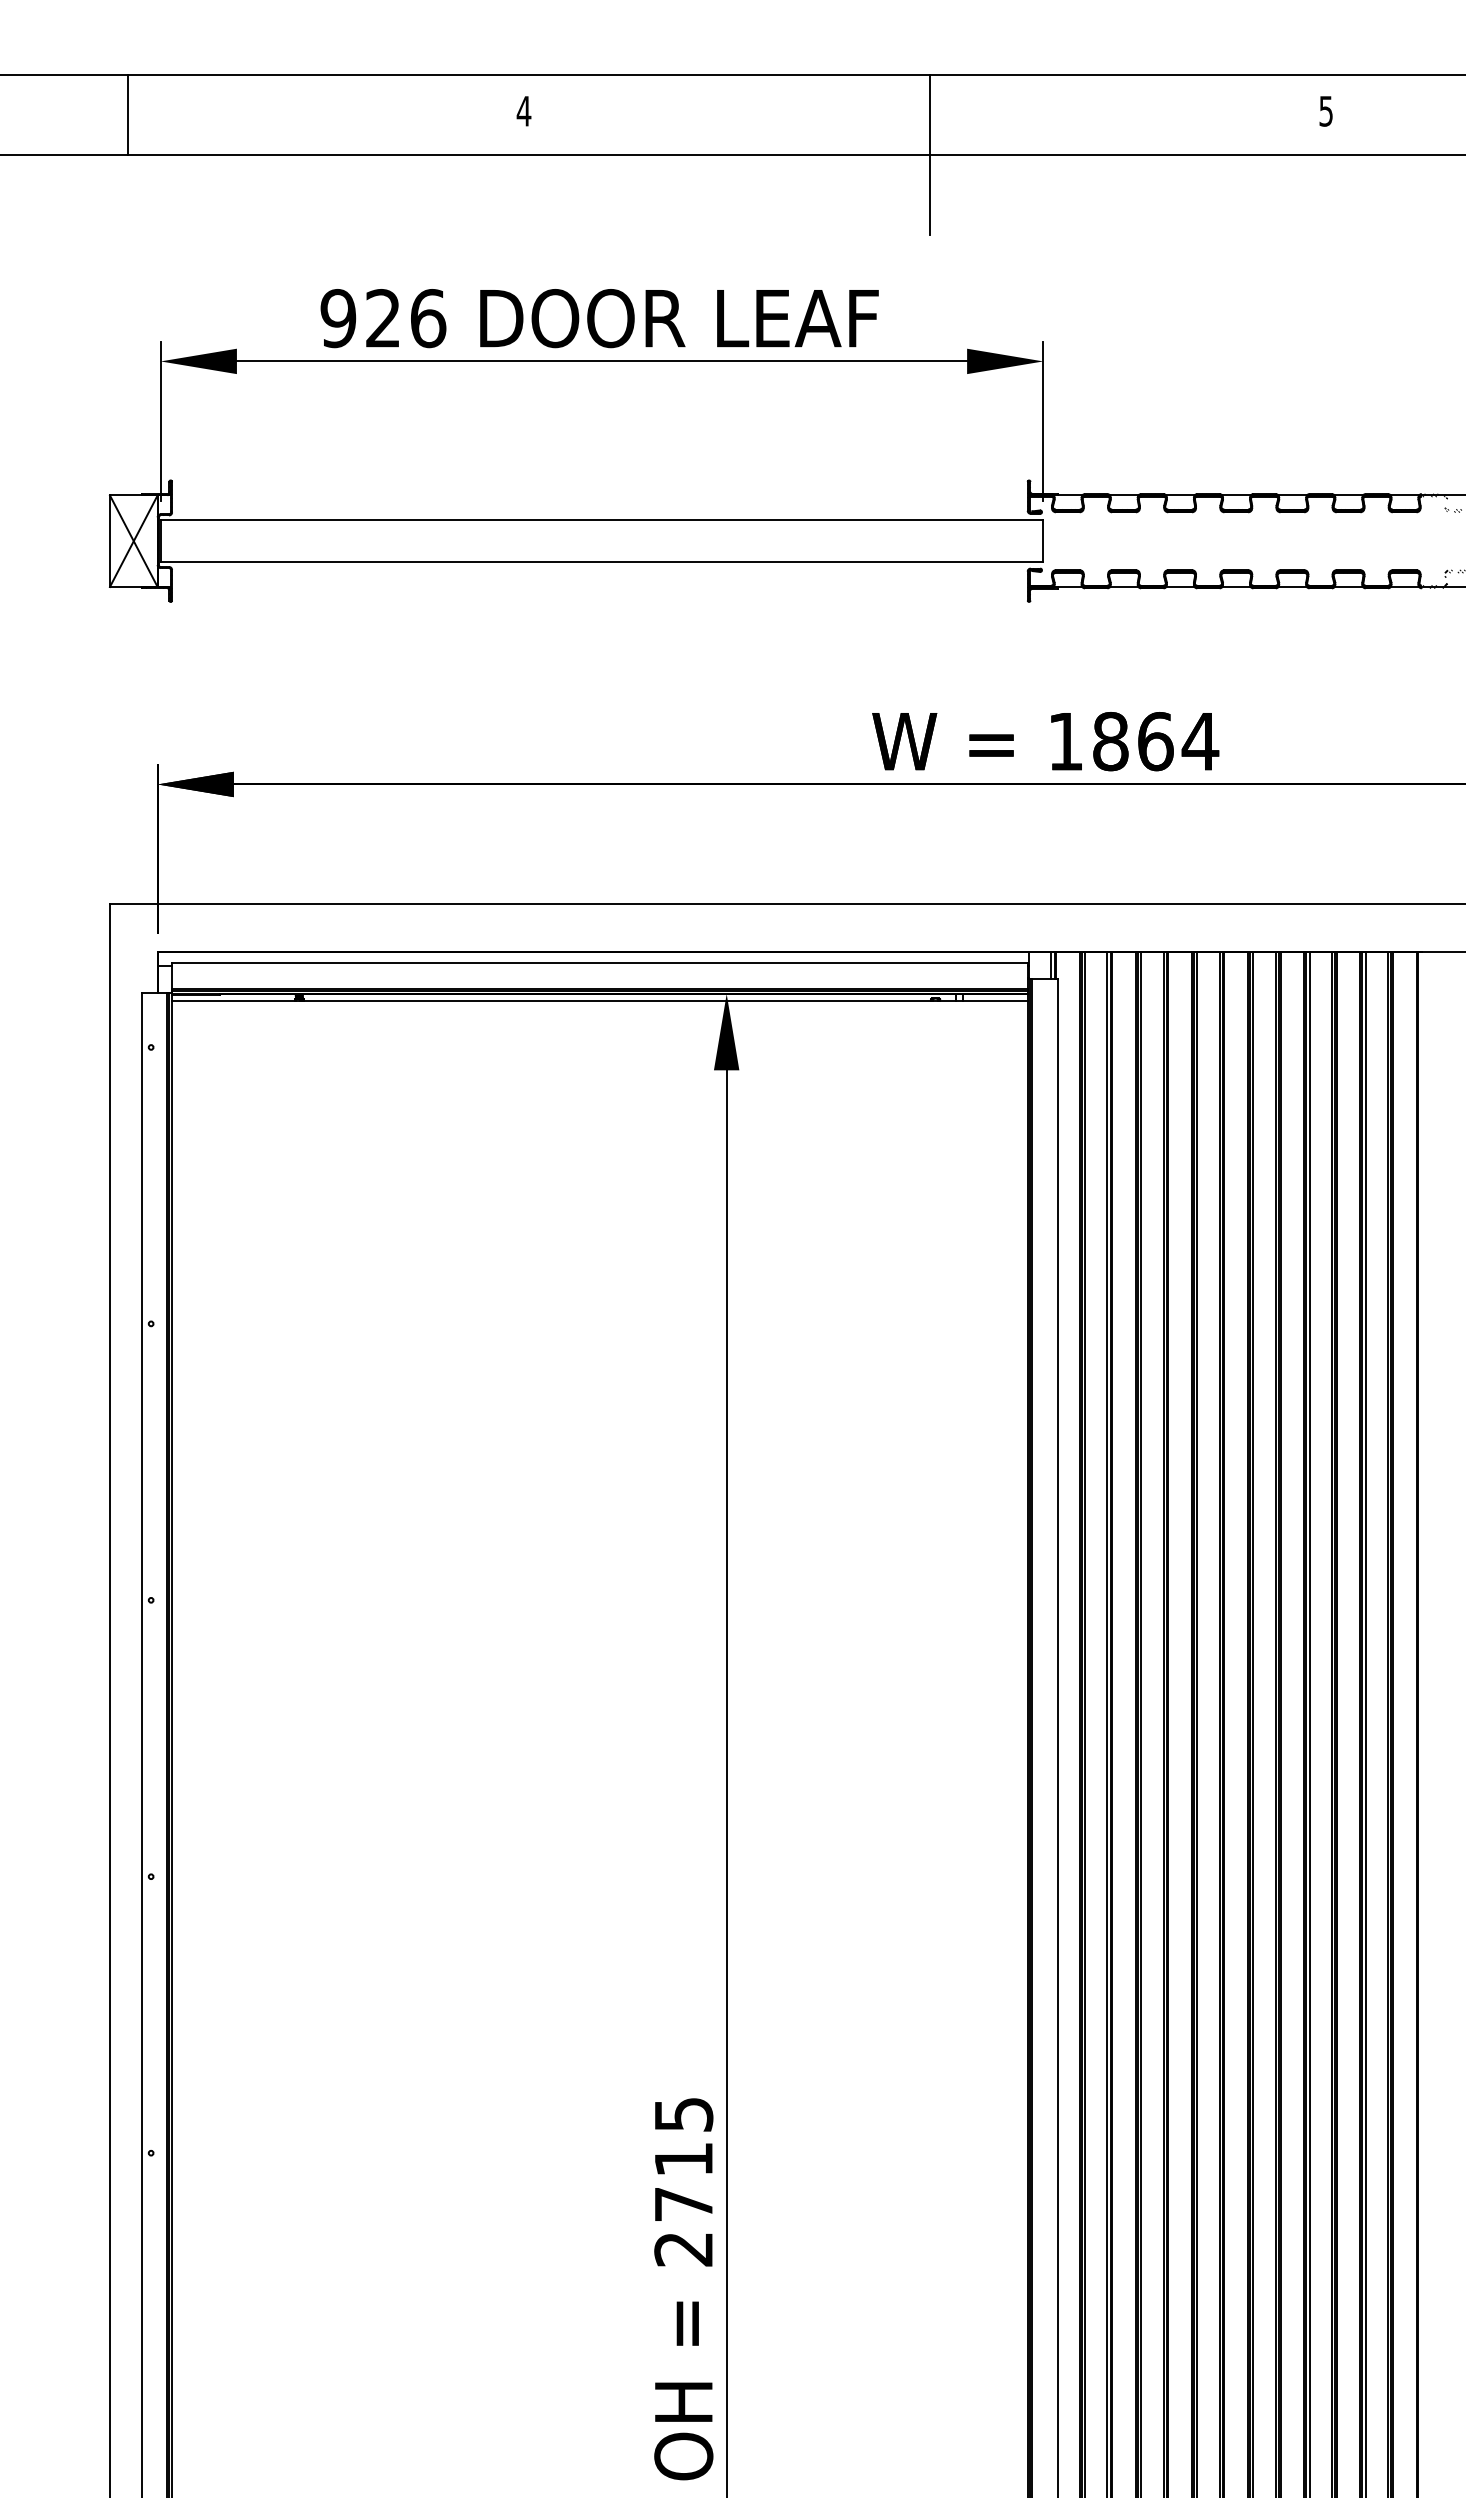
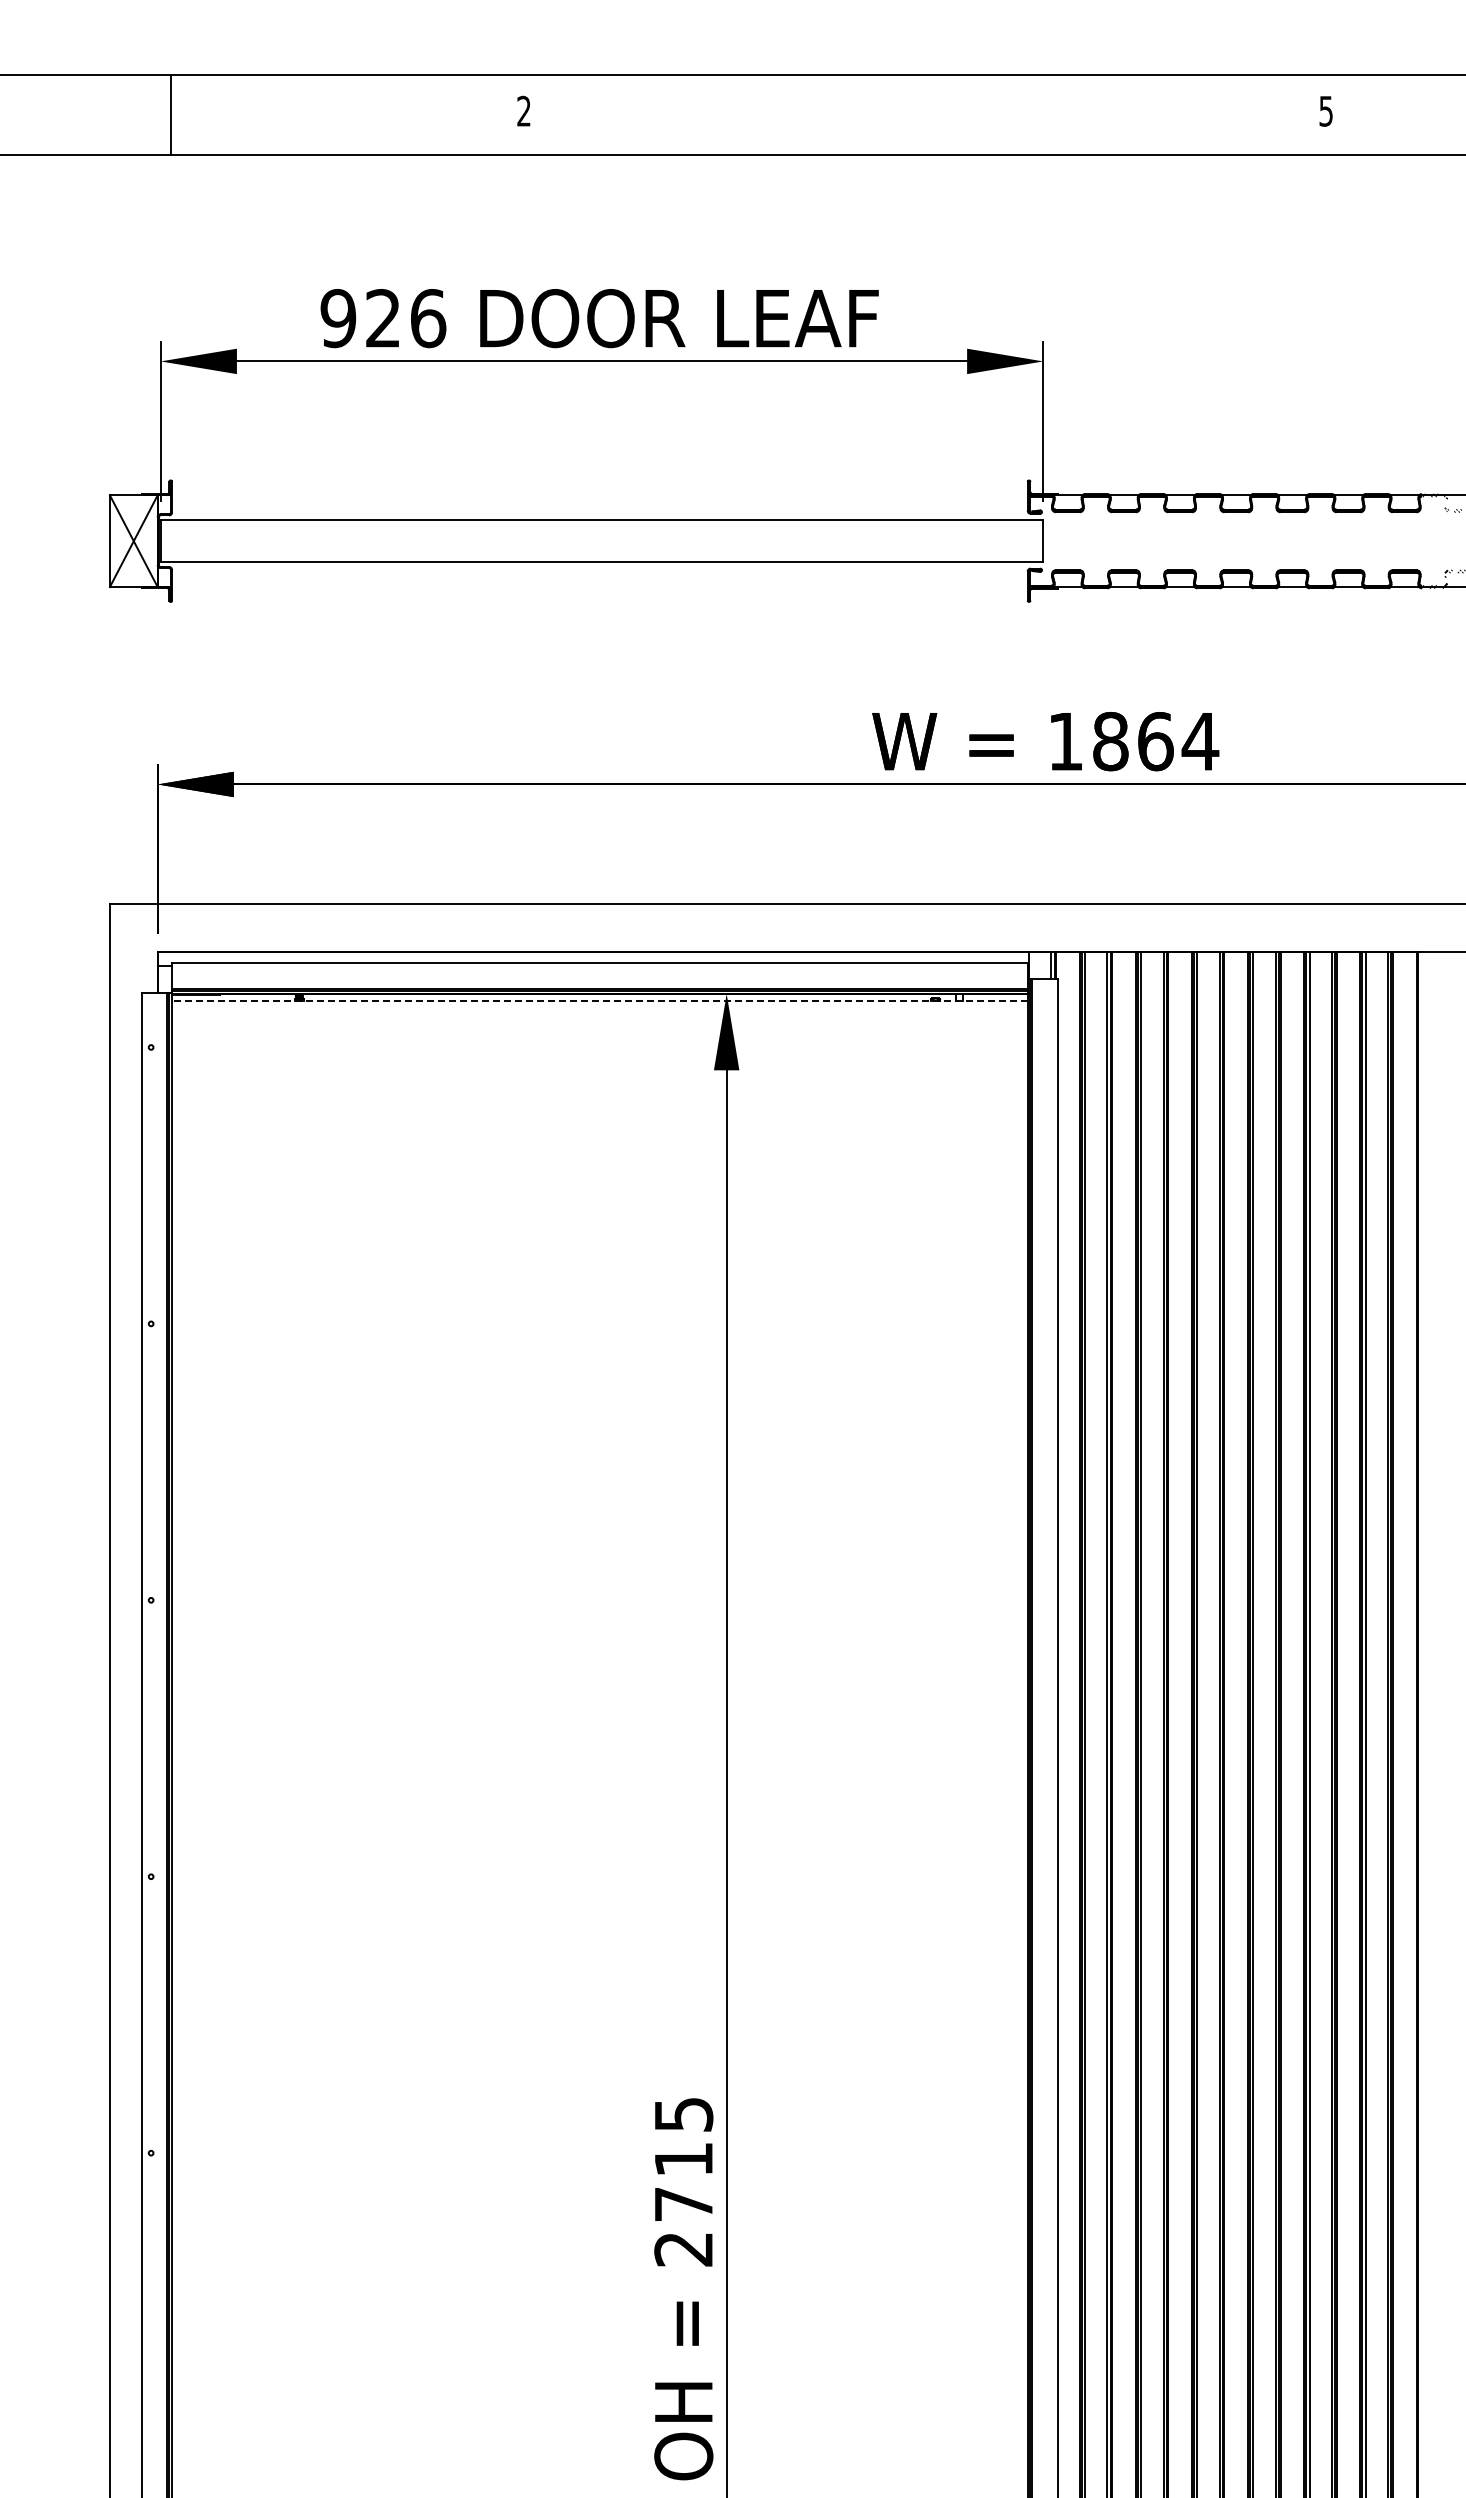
text at (523, 110): 4 -> 2
line at (127, 114) position: (127, 114) -> (170, 114)
line at (929, 154): present -> none
line at (599, 1001): solid -> dashed
